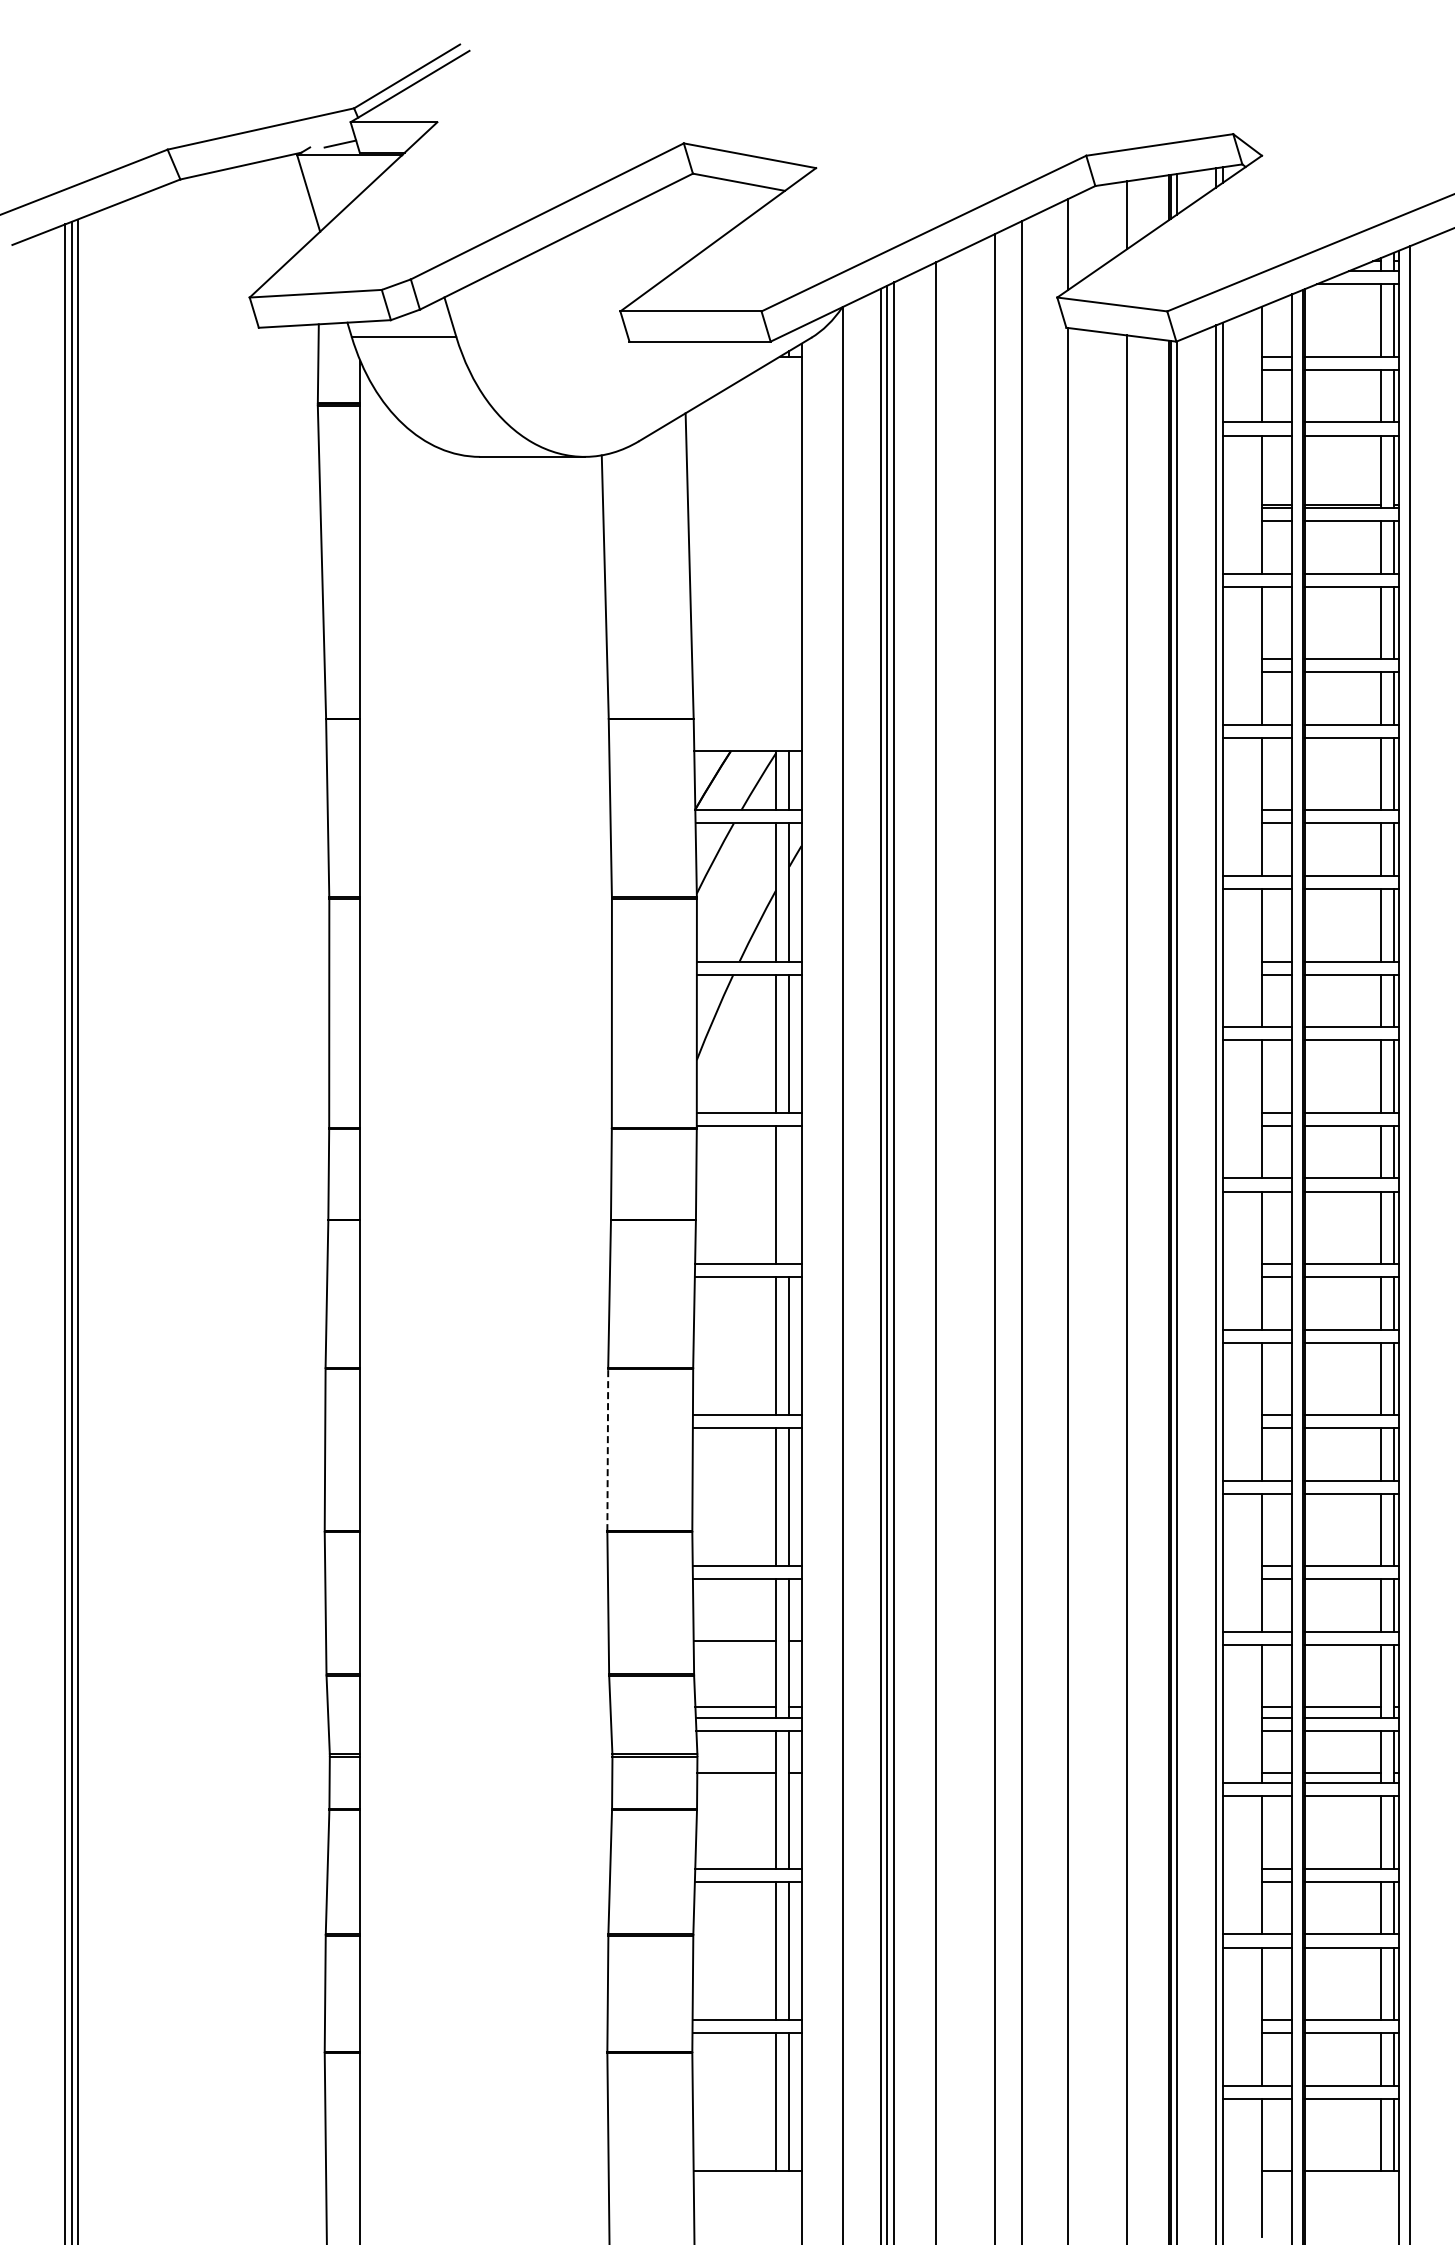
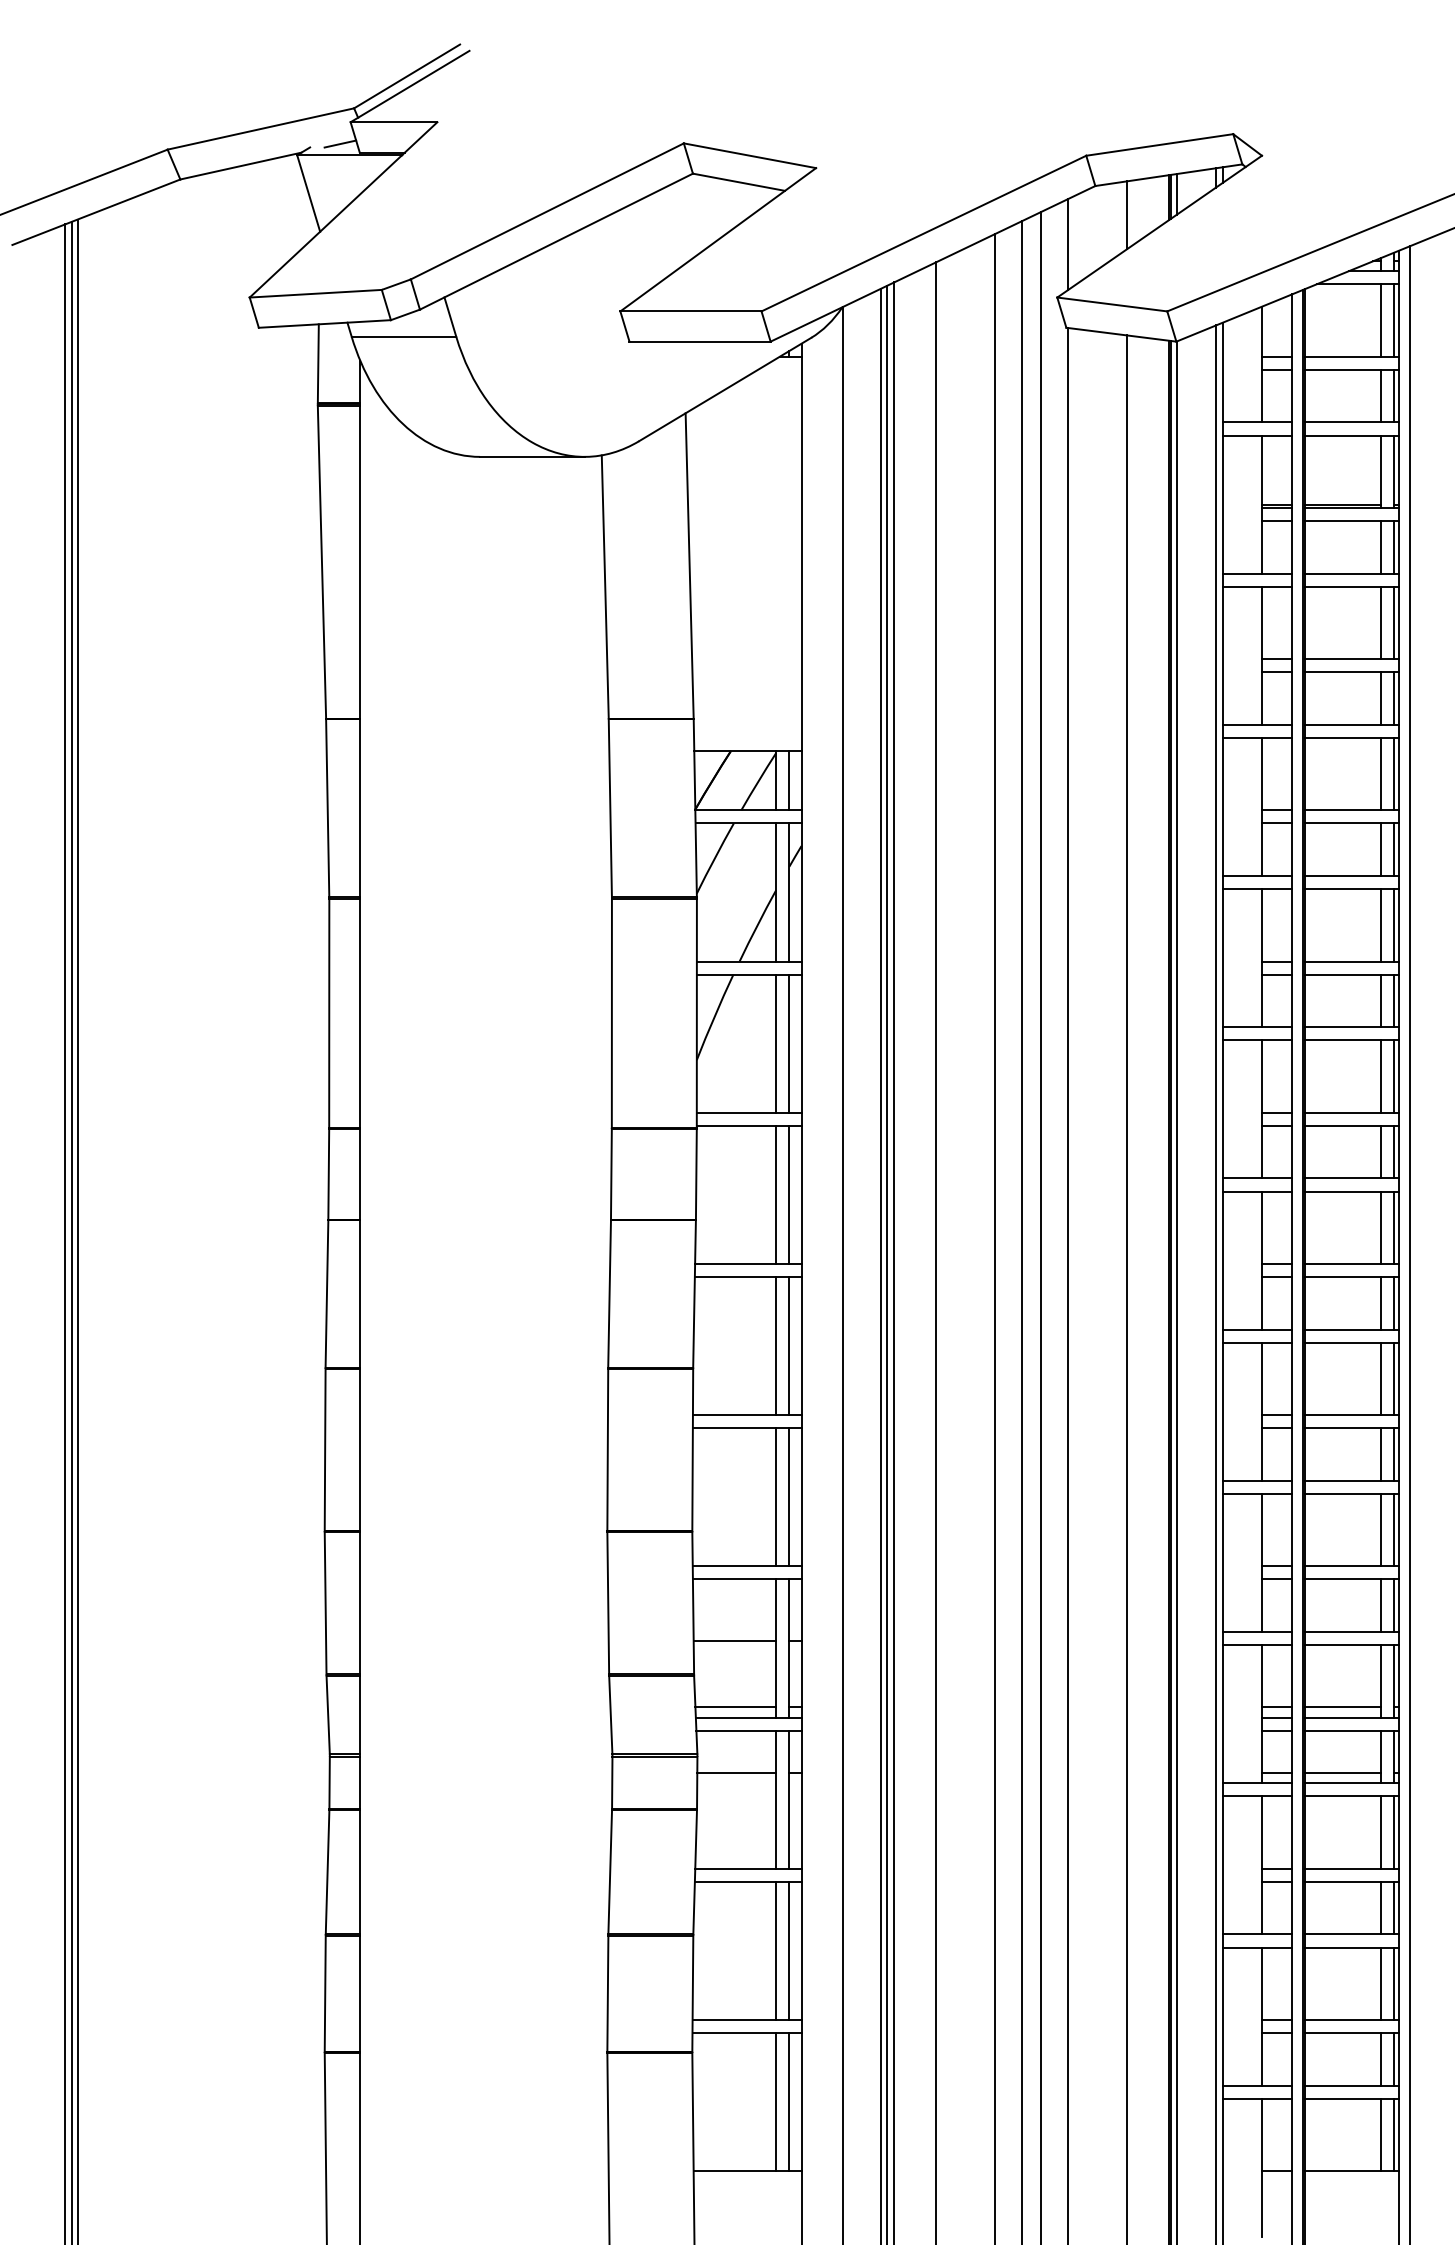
line at (789, 1194): none -> present
line at (1041, 1226): none -> present
line at (607, 1449): dashed -> solid
